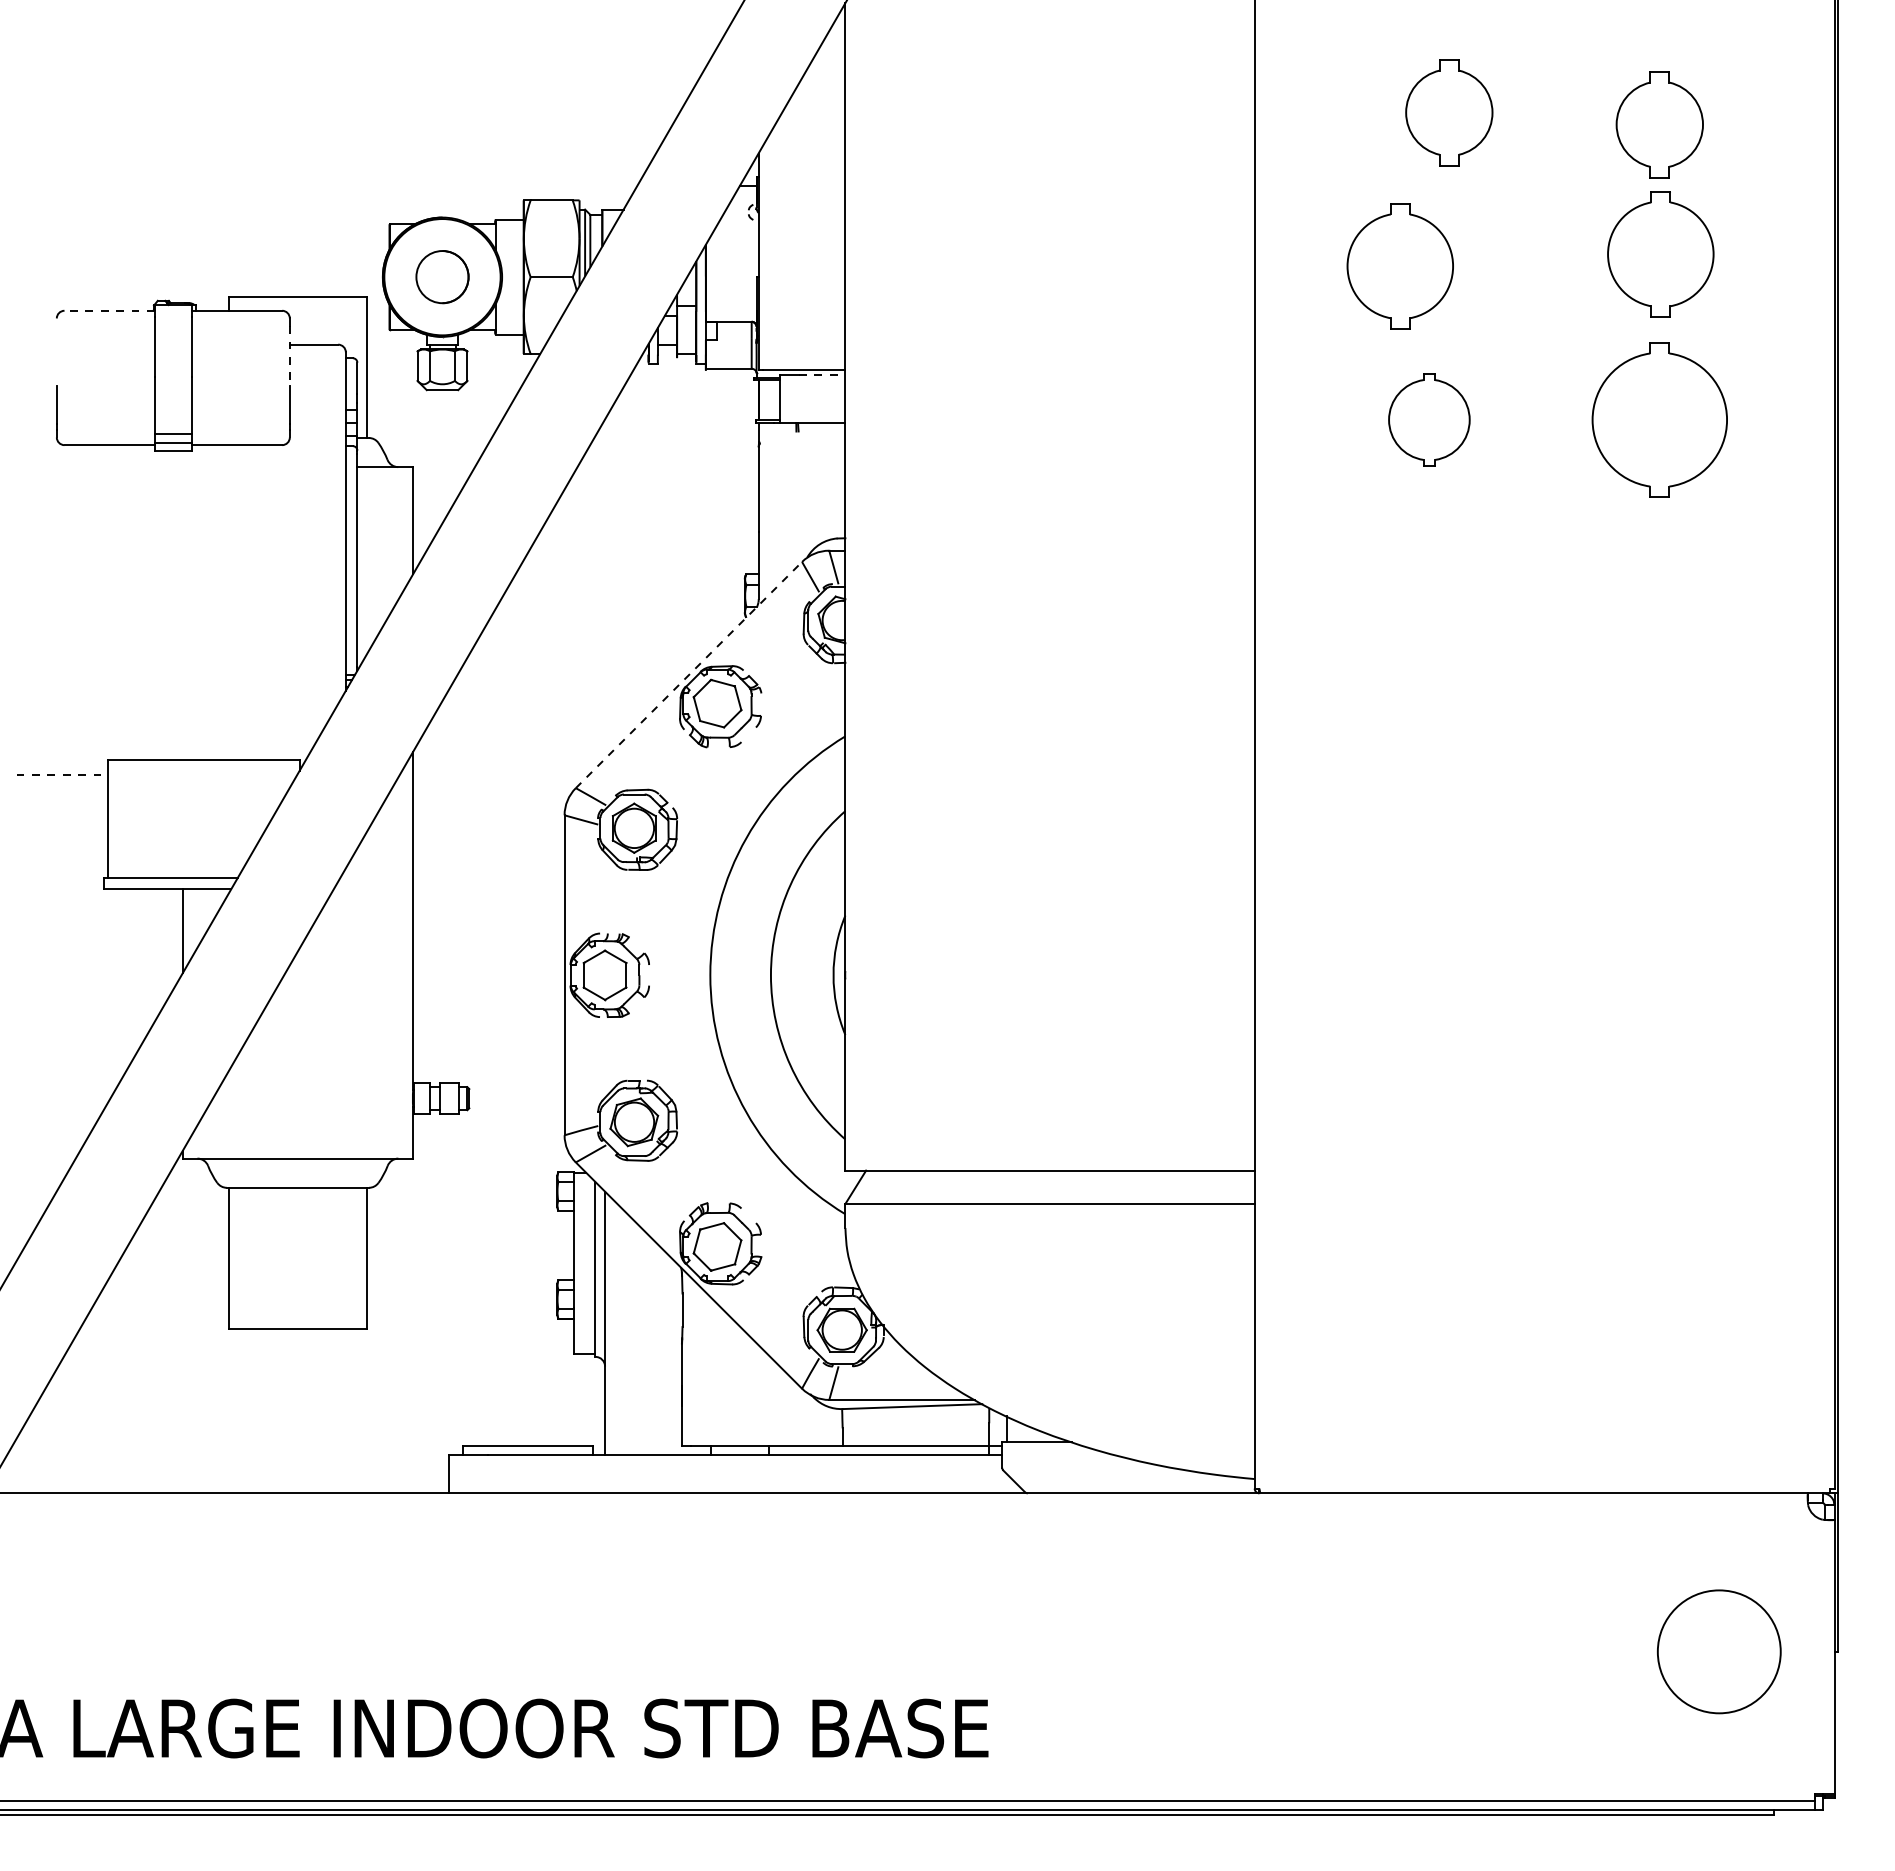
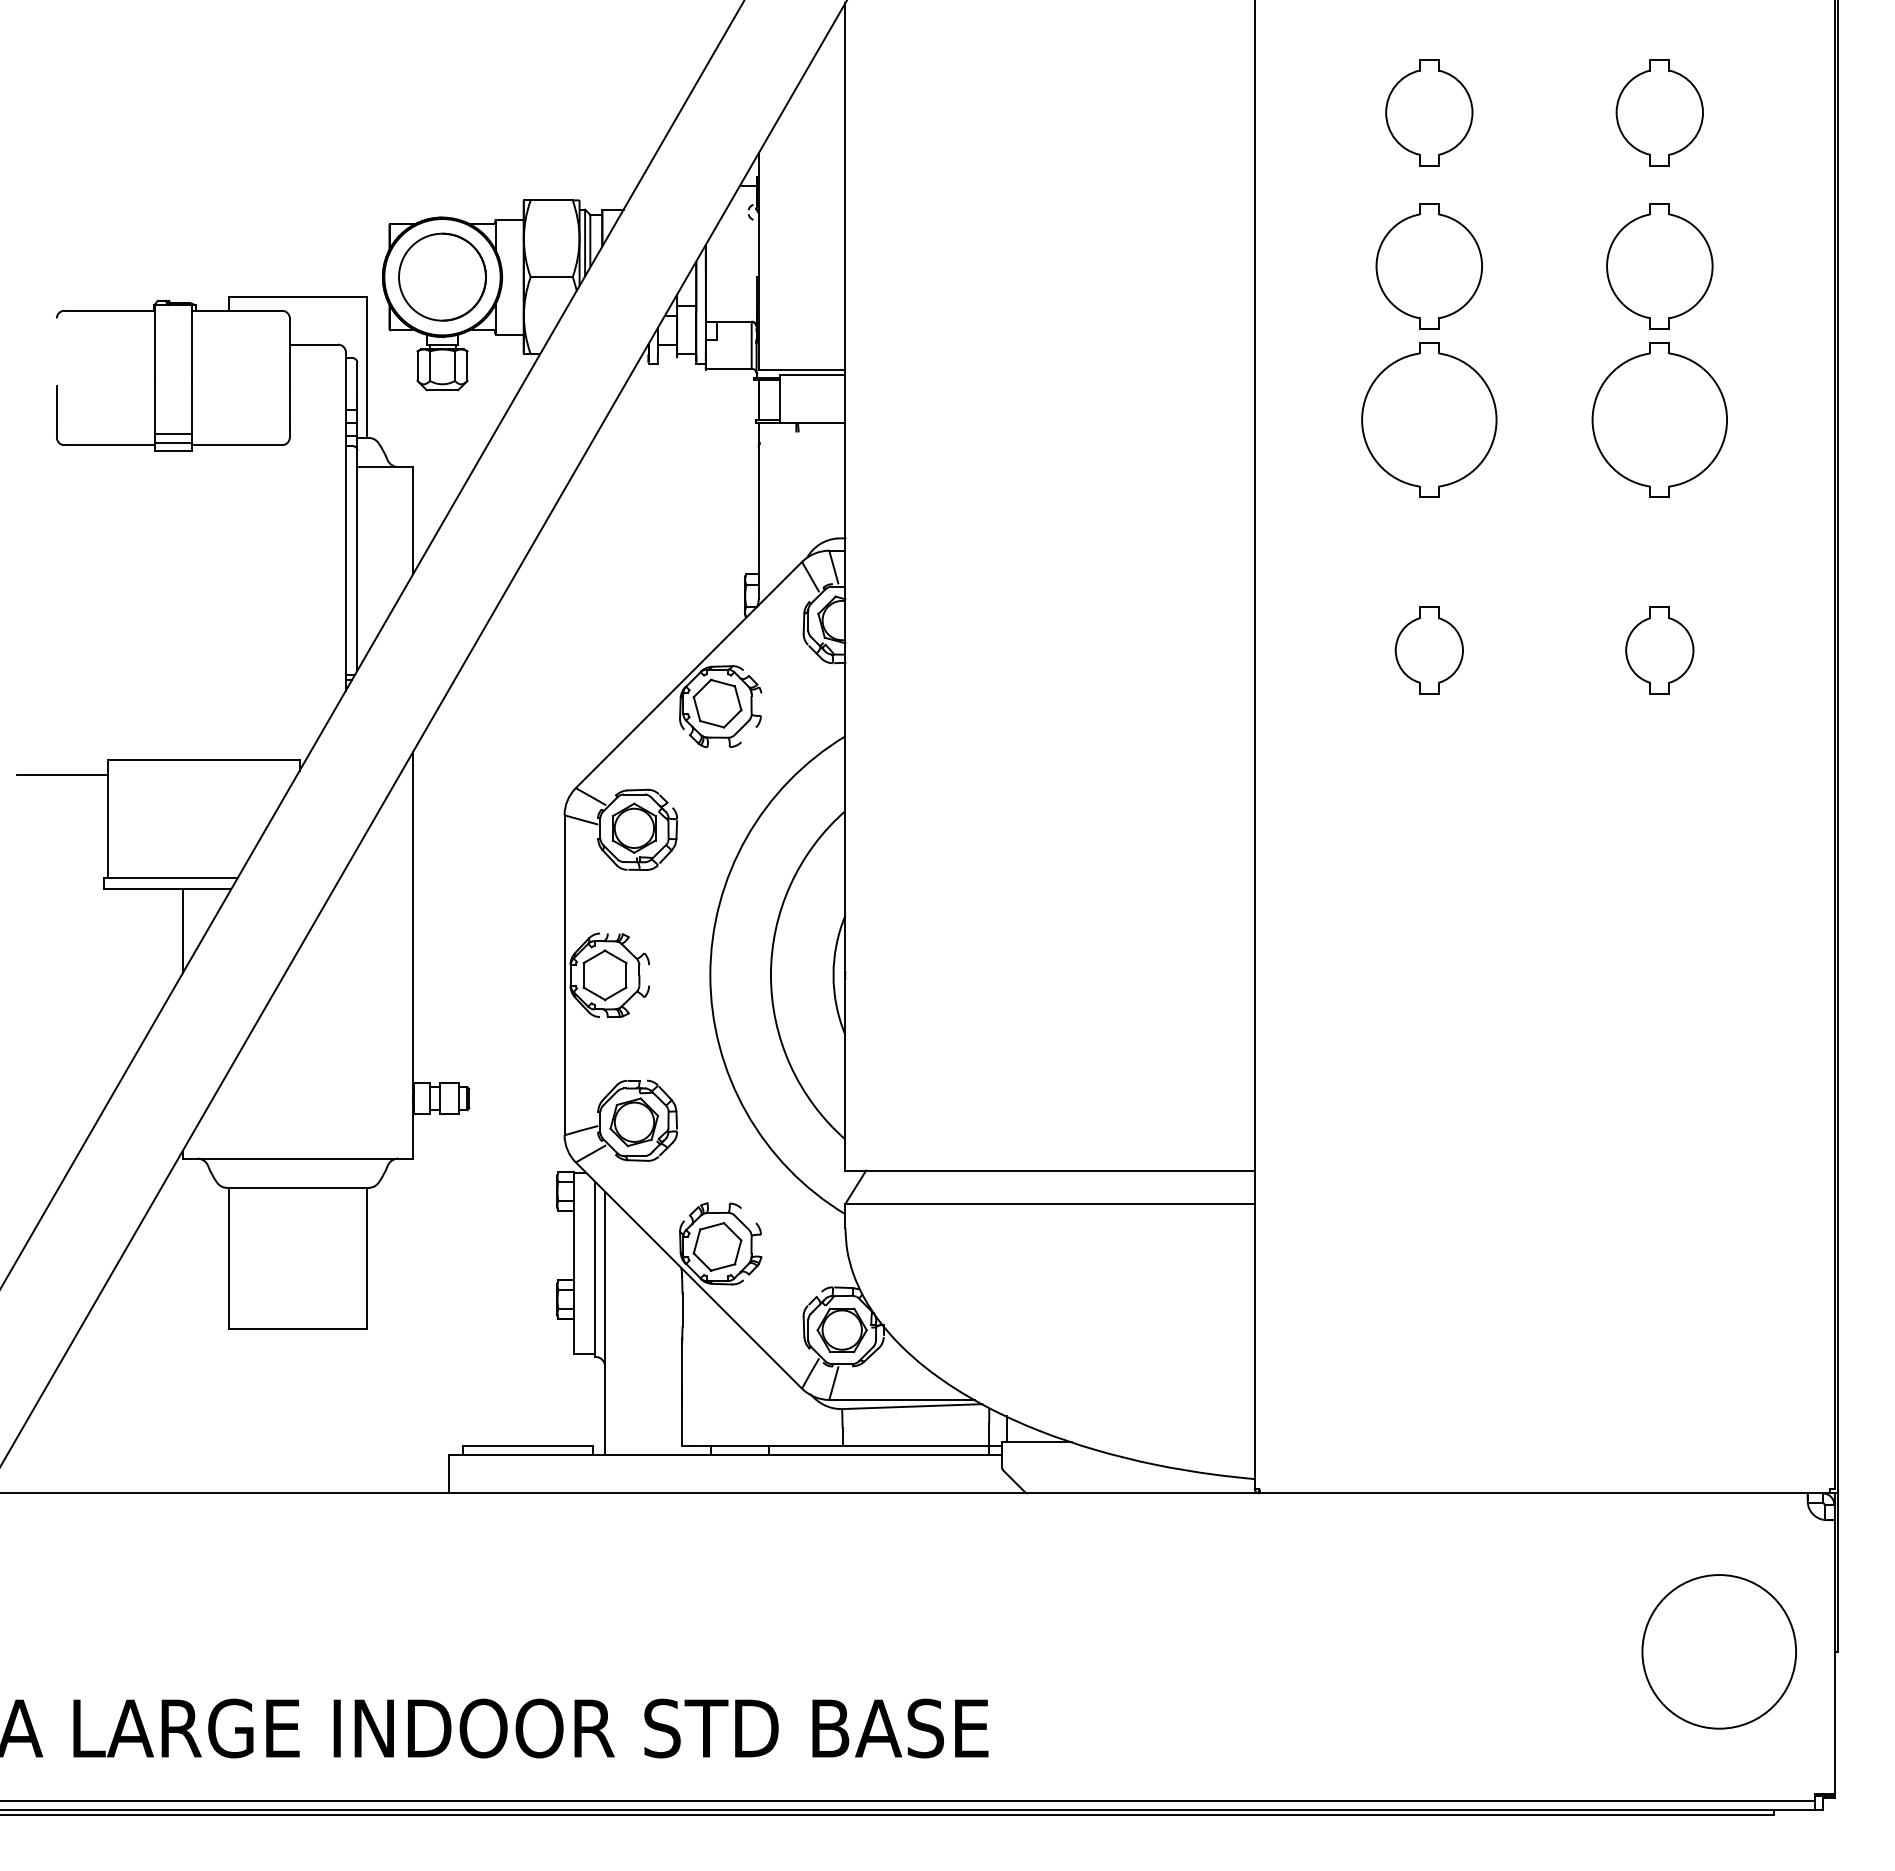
part at (1449, 112) position: (1449, 112) -> (1429, 112)
part at (1659, 124) position: (1659, 124) -> (1659, 112)
part at (1660, 254) position: (1660, 254) -> (1659, 266)
part at (1399, 266) position: (1399, 266) -> (1428, 266)
part at (442, 277) size: 55x55 px -> 89x90 px
line at (109, 310): dashed -> solid
line at (289, 356): dashed -> solid
line at (822, 375): dashed -> solid
part at (1429, 419) size: 83x94 px -> 137x156 px
part at (1428, 650): none -> present
part at (1659, 650): none -> present
line at (688, 675): dashed -> solid
line at (62, 775): dashed -> solid
circle at (1718, 1651) diameter: 123 px -> 154 px
